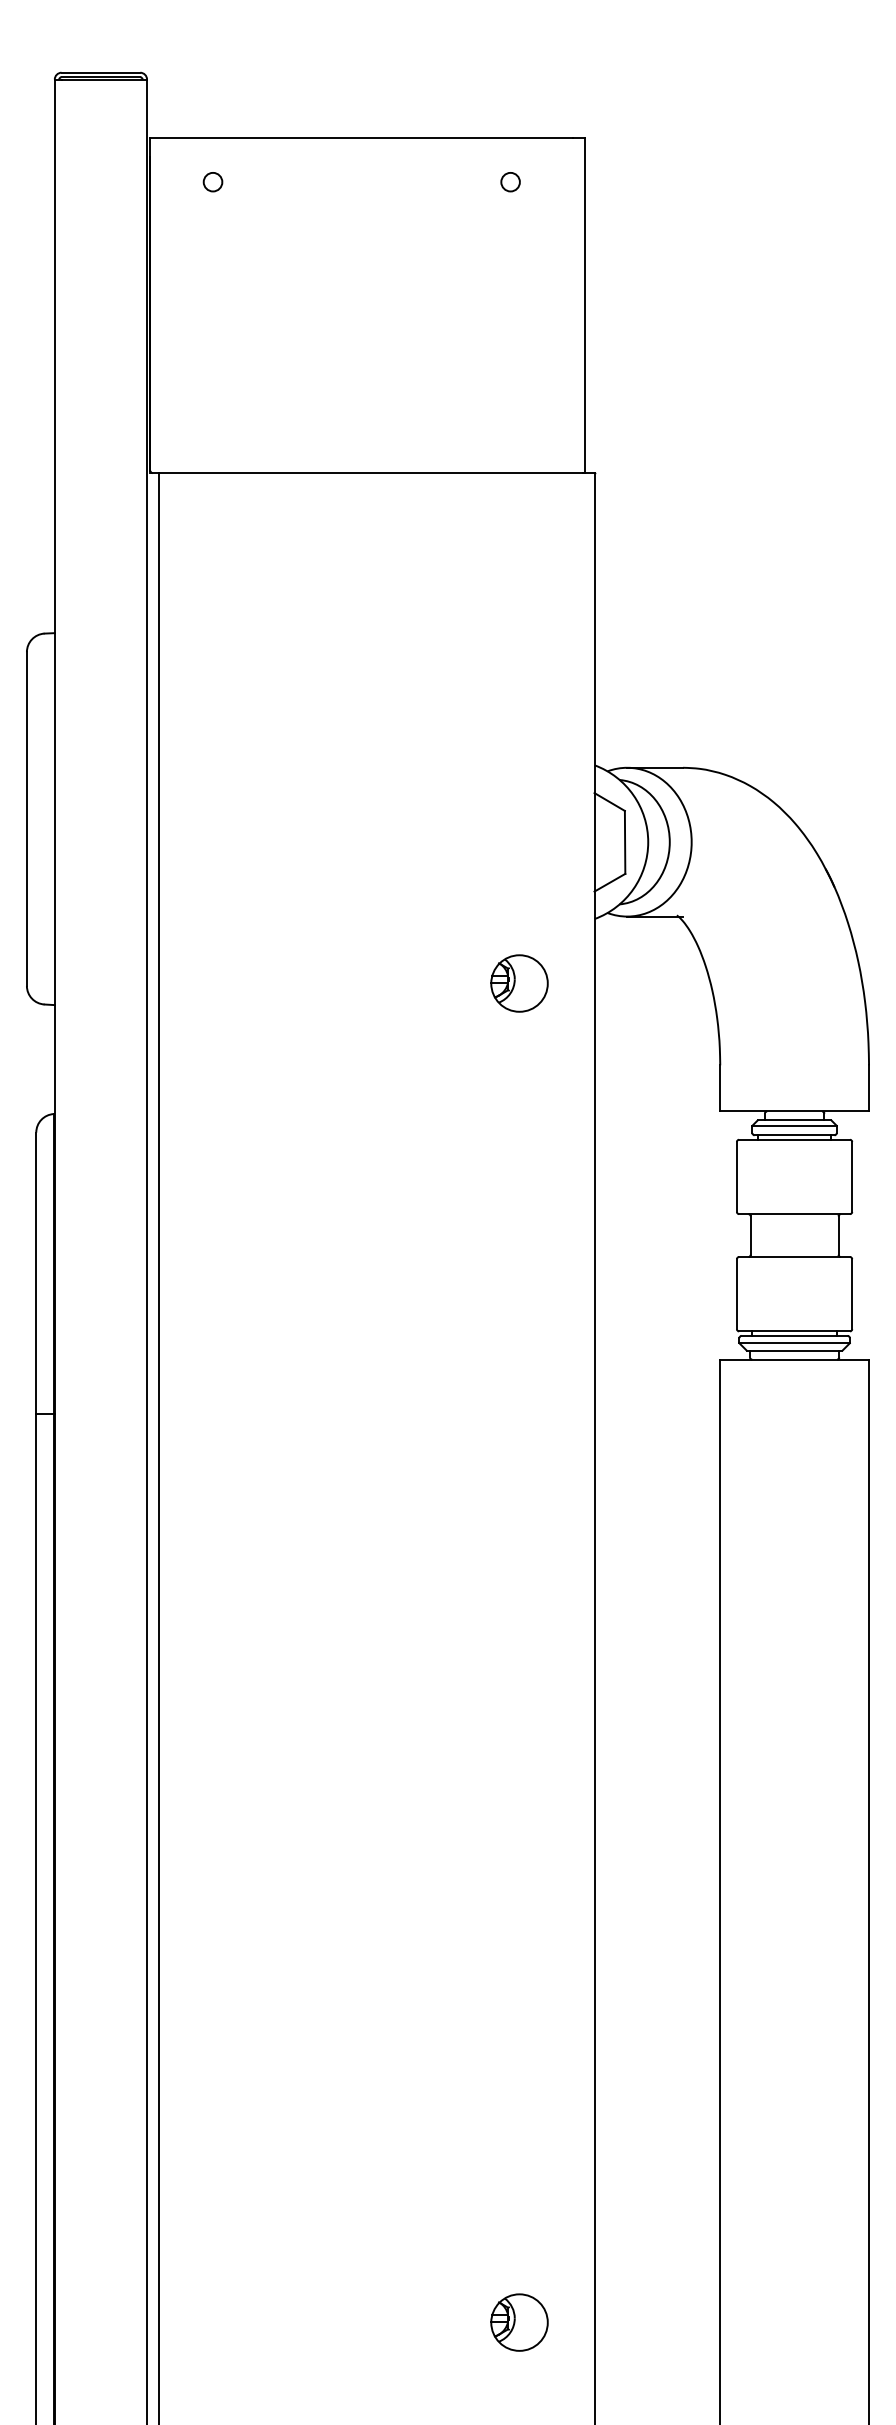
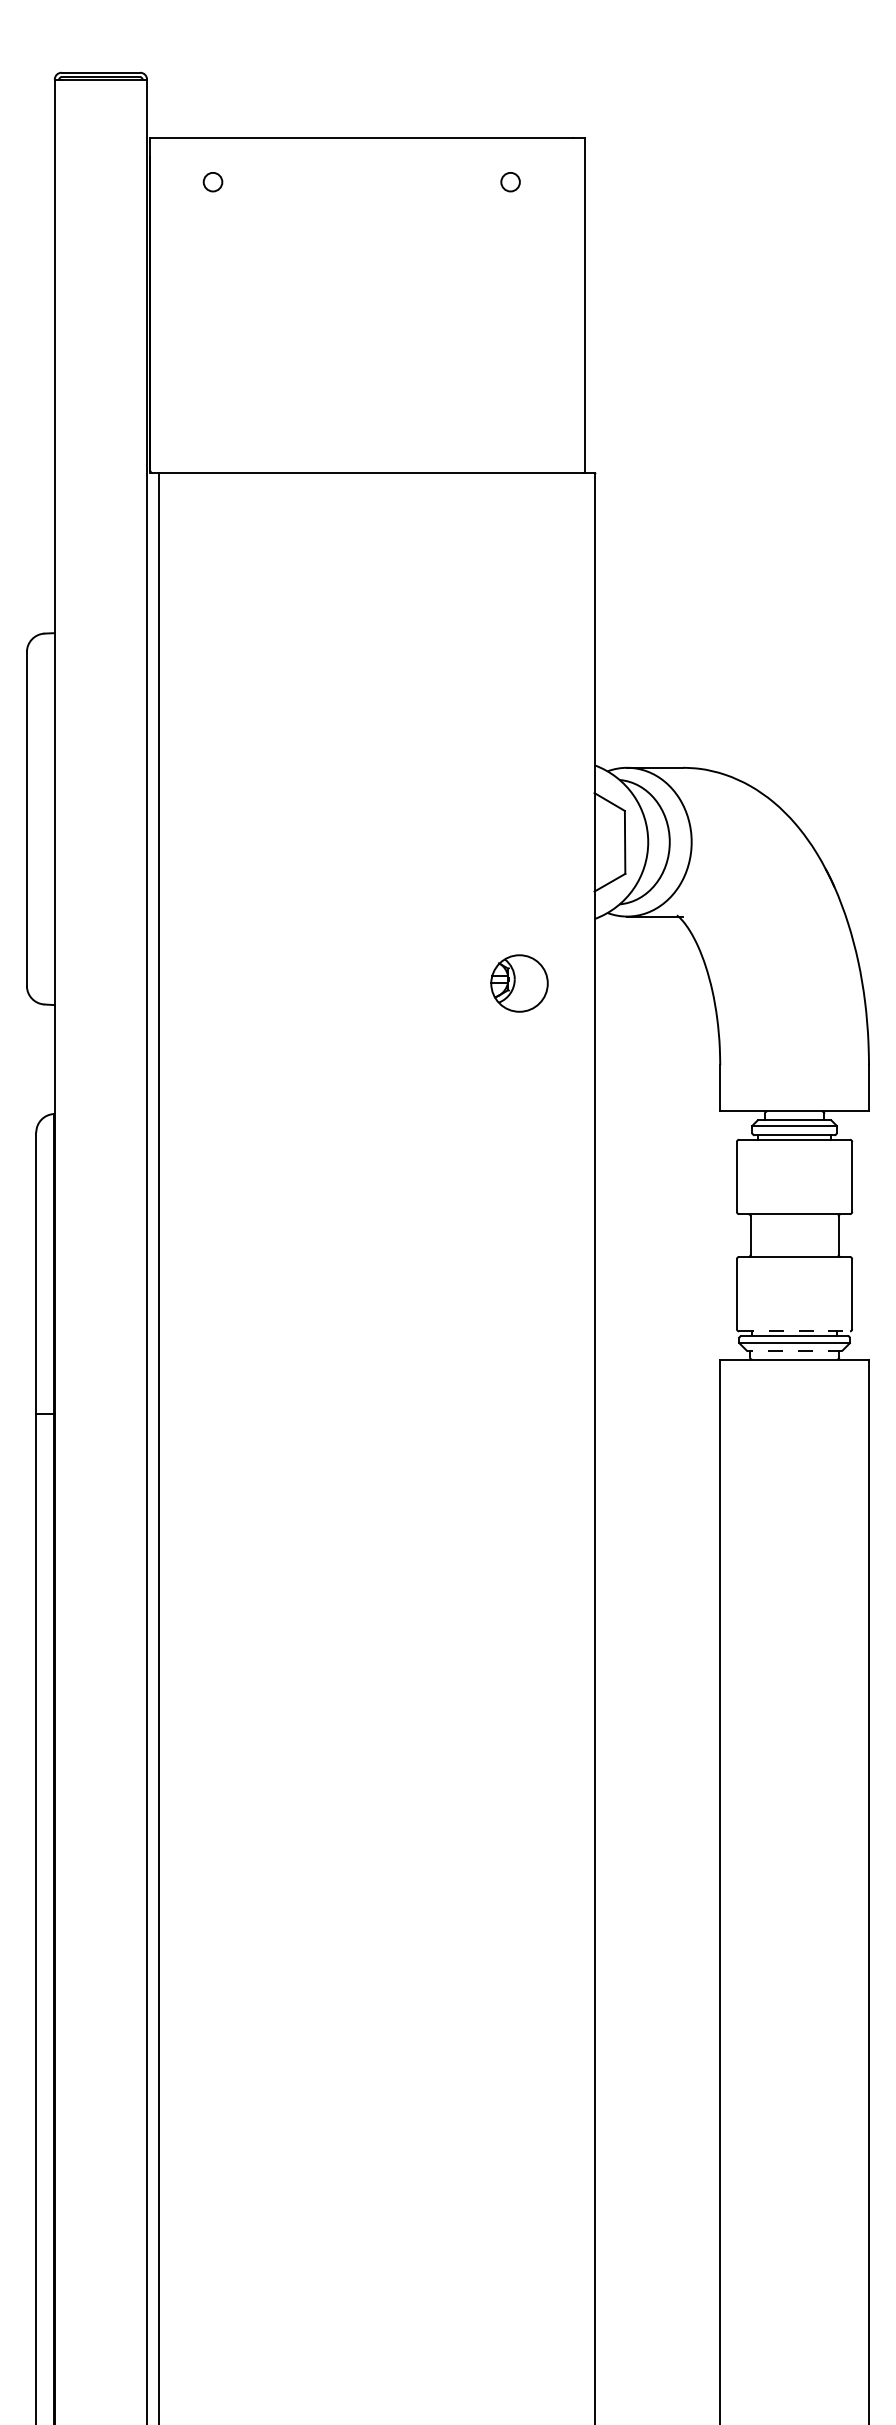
line at (795, 1331): solid -> dashed
line at (794, 1350): solid -> dashed
part at (519, 2322): present -> none
